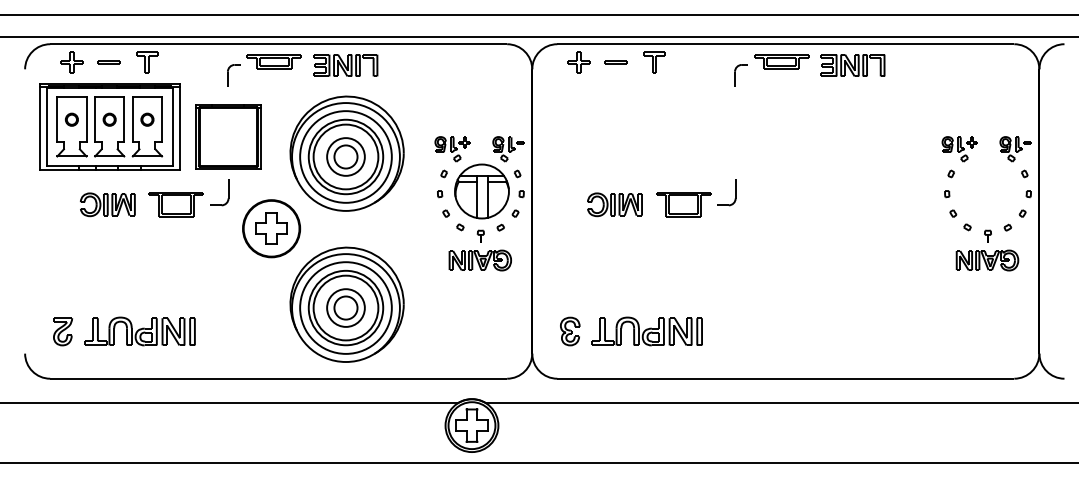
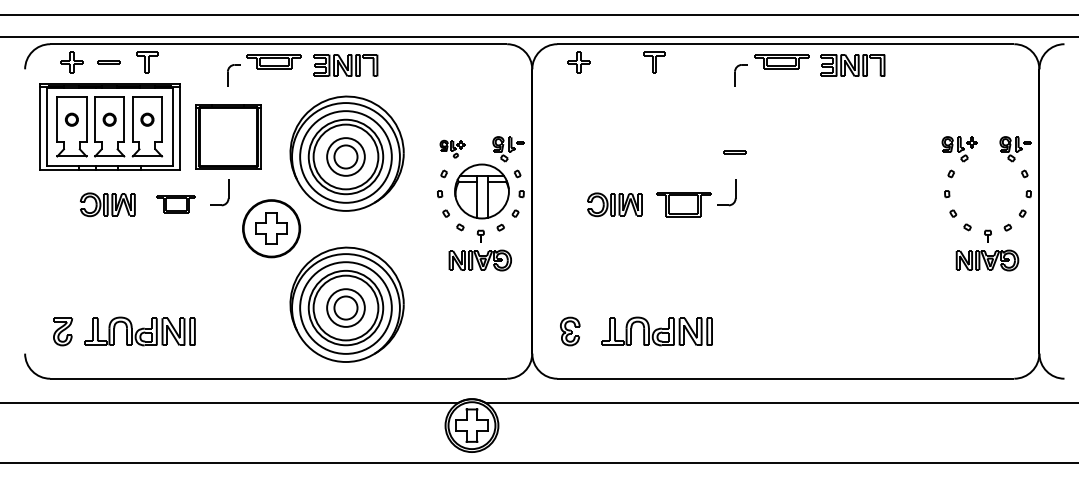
line at (615, 61) position: (615, 61) -> (734, 151)
part at (452, 149) size: 37x27 px -> 27x20 px
part at (175, 204) size: 56x26 px -> 40x19 px
part at (646, 331) position: (646, 331) -> (656, 331)
